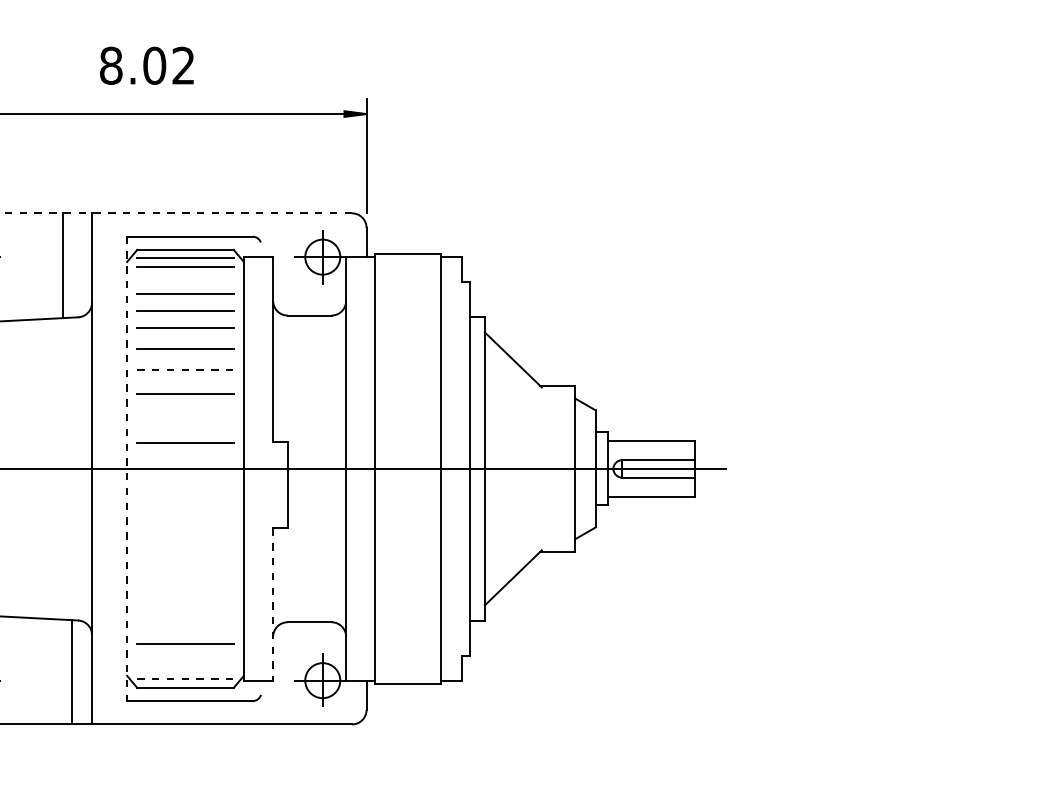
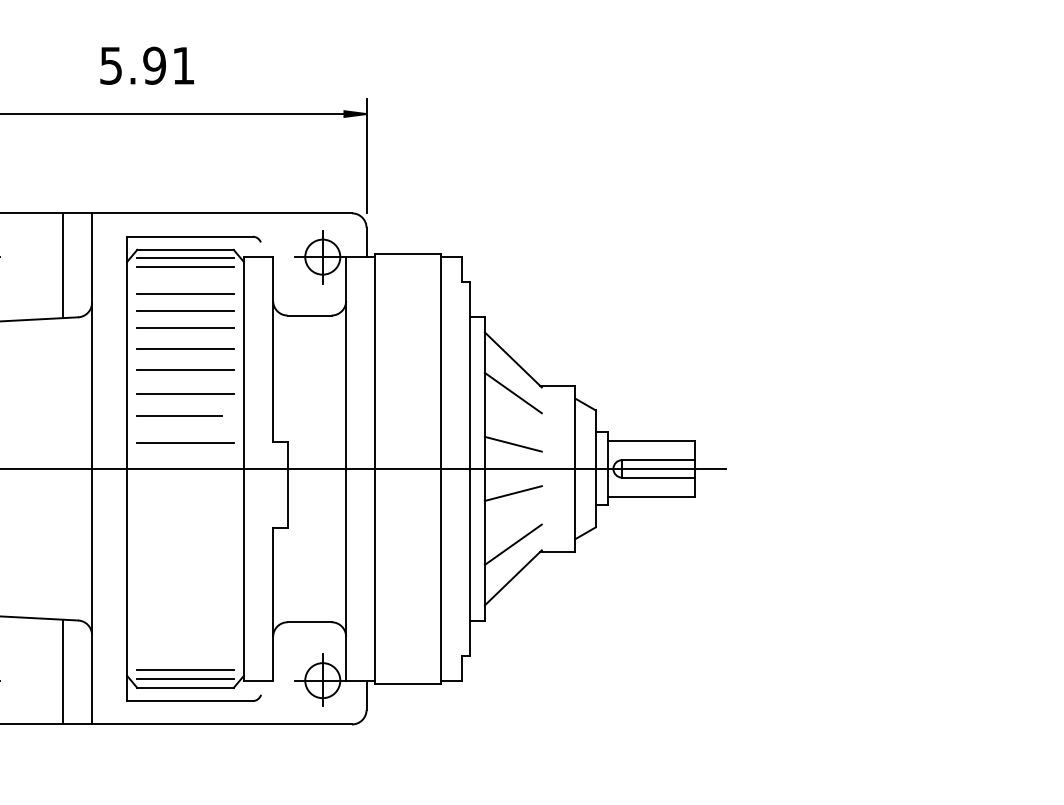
text at (146, 65): 8.02 -> 5.91
line at (176, 213): dashed -> solid
line at (186, 369): dashed -> solid
line at (512, 392): none -> present
line at (179, 416): none -> present
line at (512, 443): none -> present
line at (127, 469): dashed -> solid
line at (512, 493): none -> present
line at (512, 544): none -> present
line at (273, 605): dashed -> solid
line at (185, 643) position: (185, 643) -> (185, 669)
line at (71, 671) position: (71, 671) -> (62, 671)
line at (186, 679): dashed -> solid
